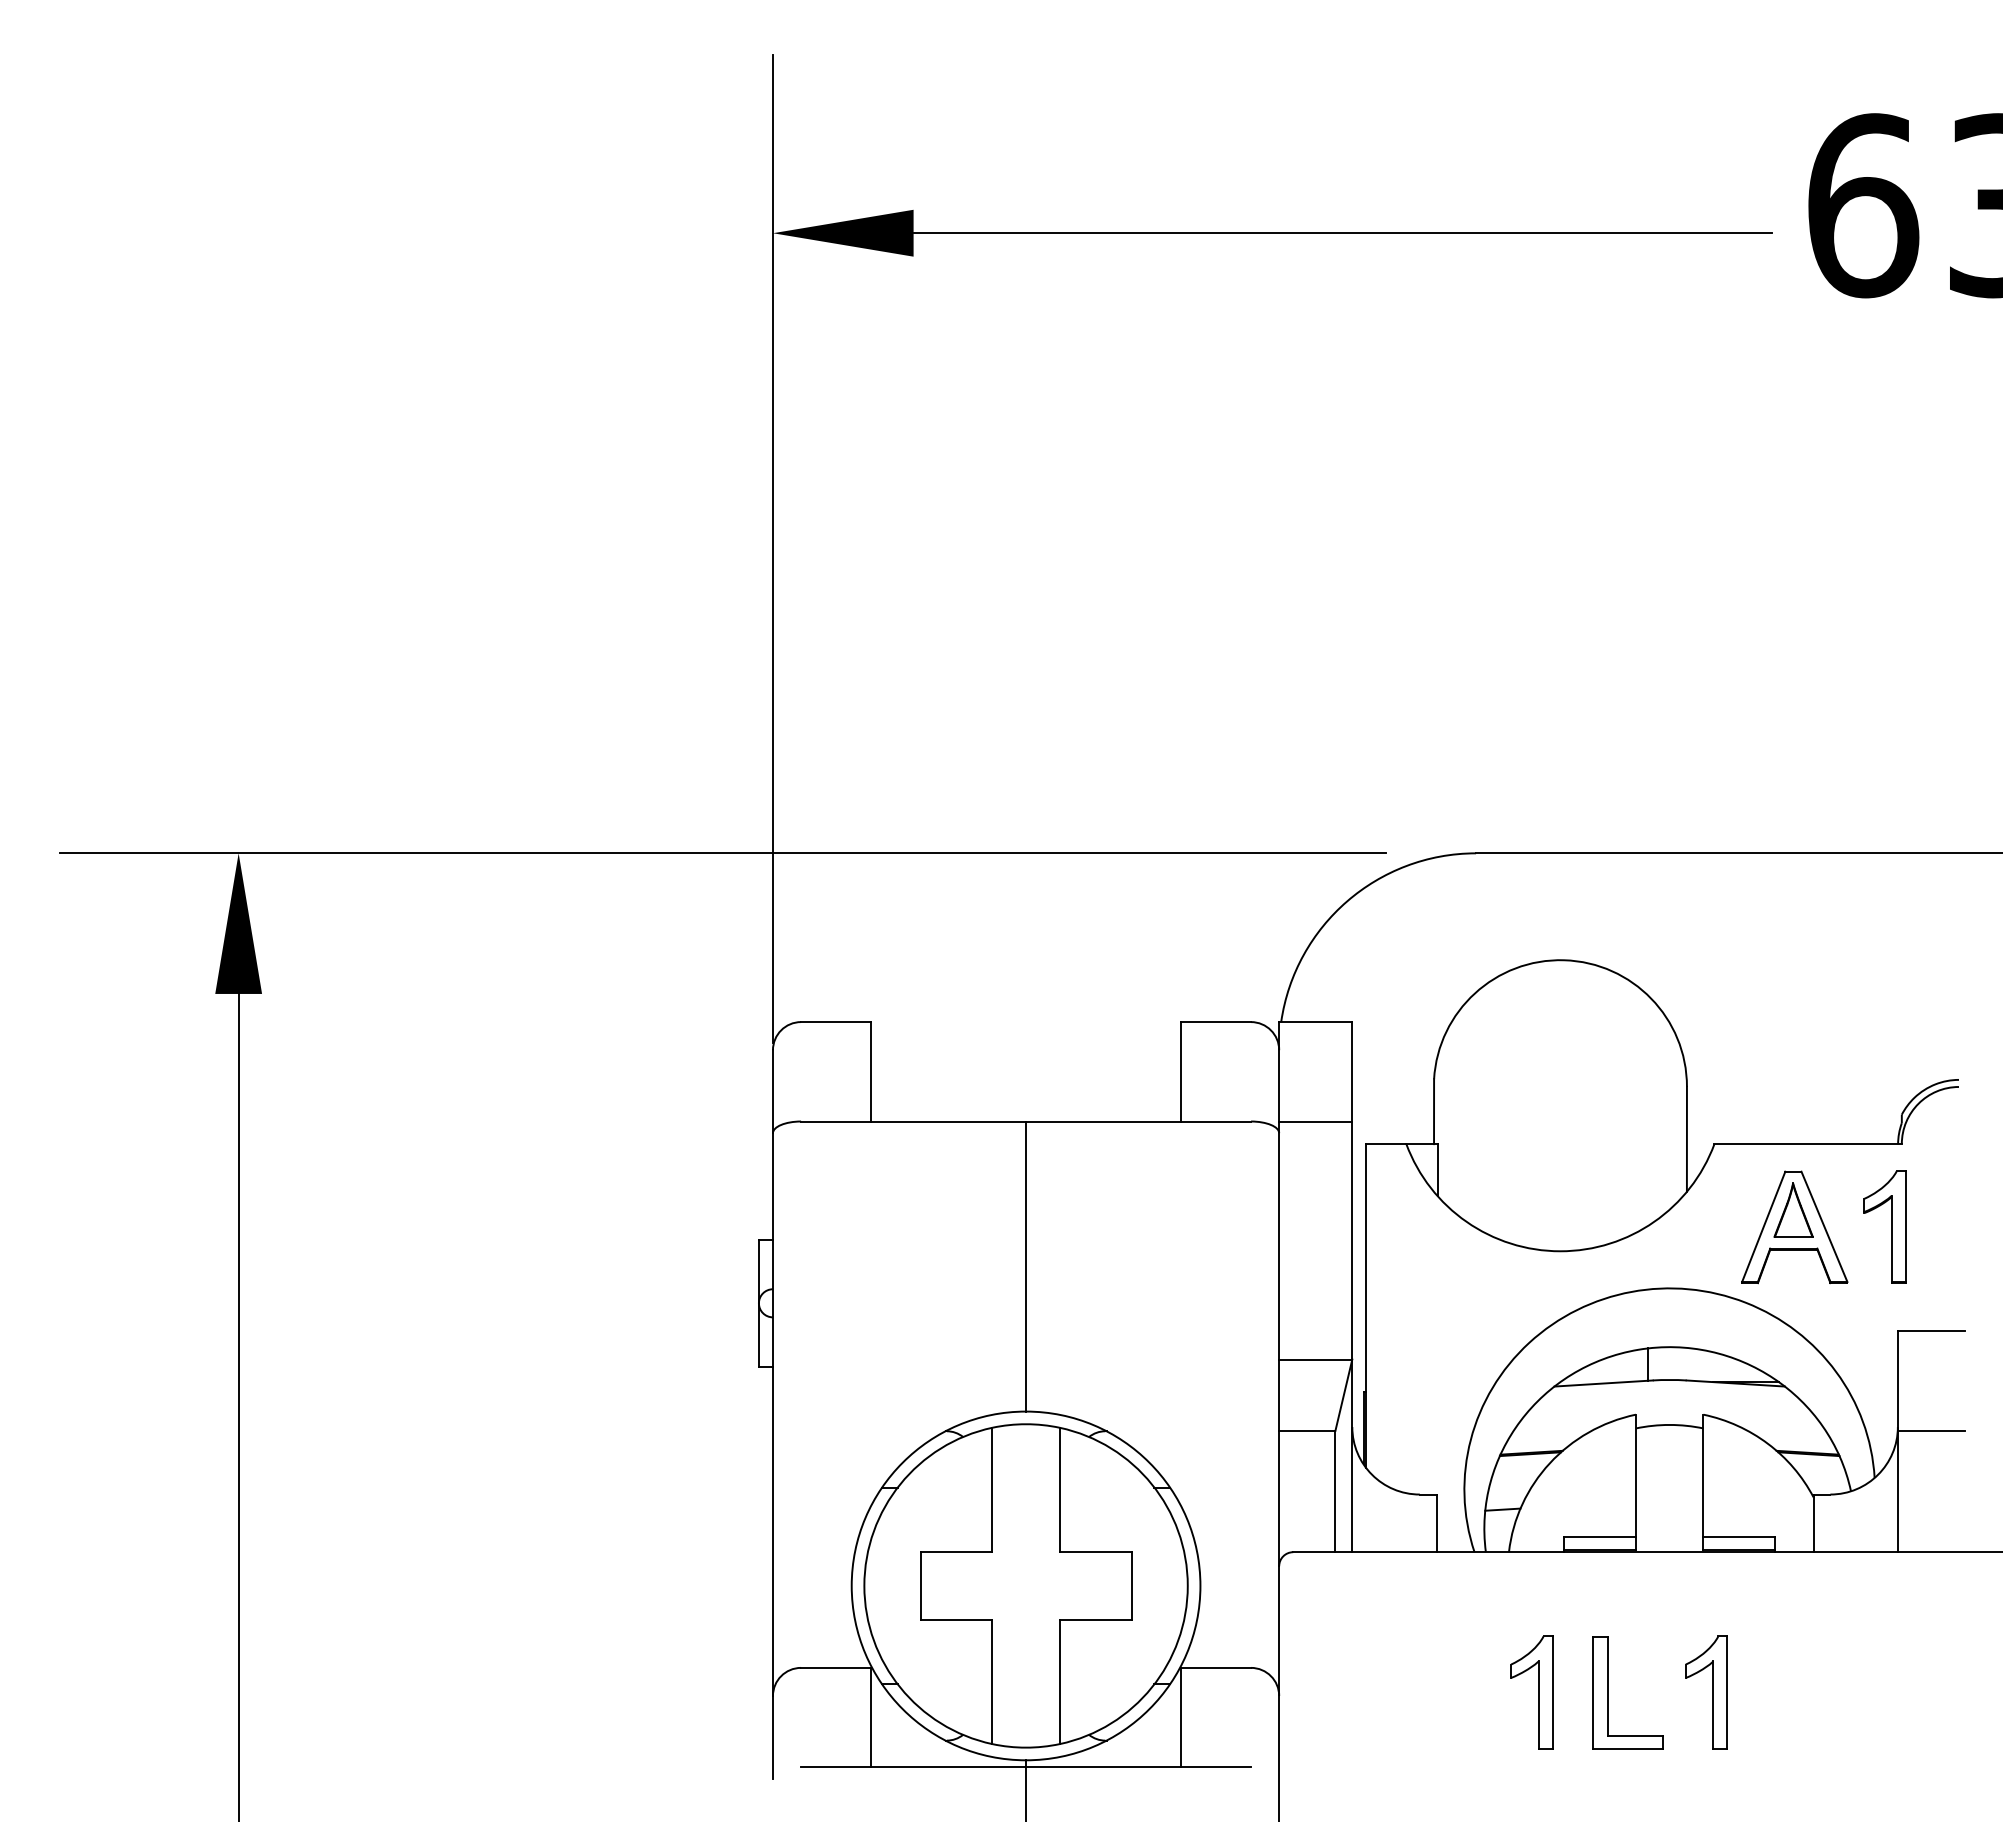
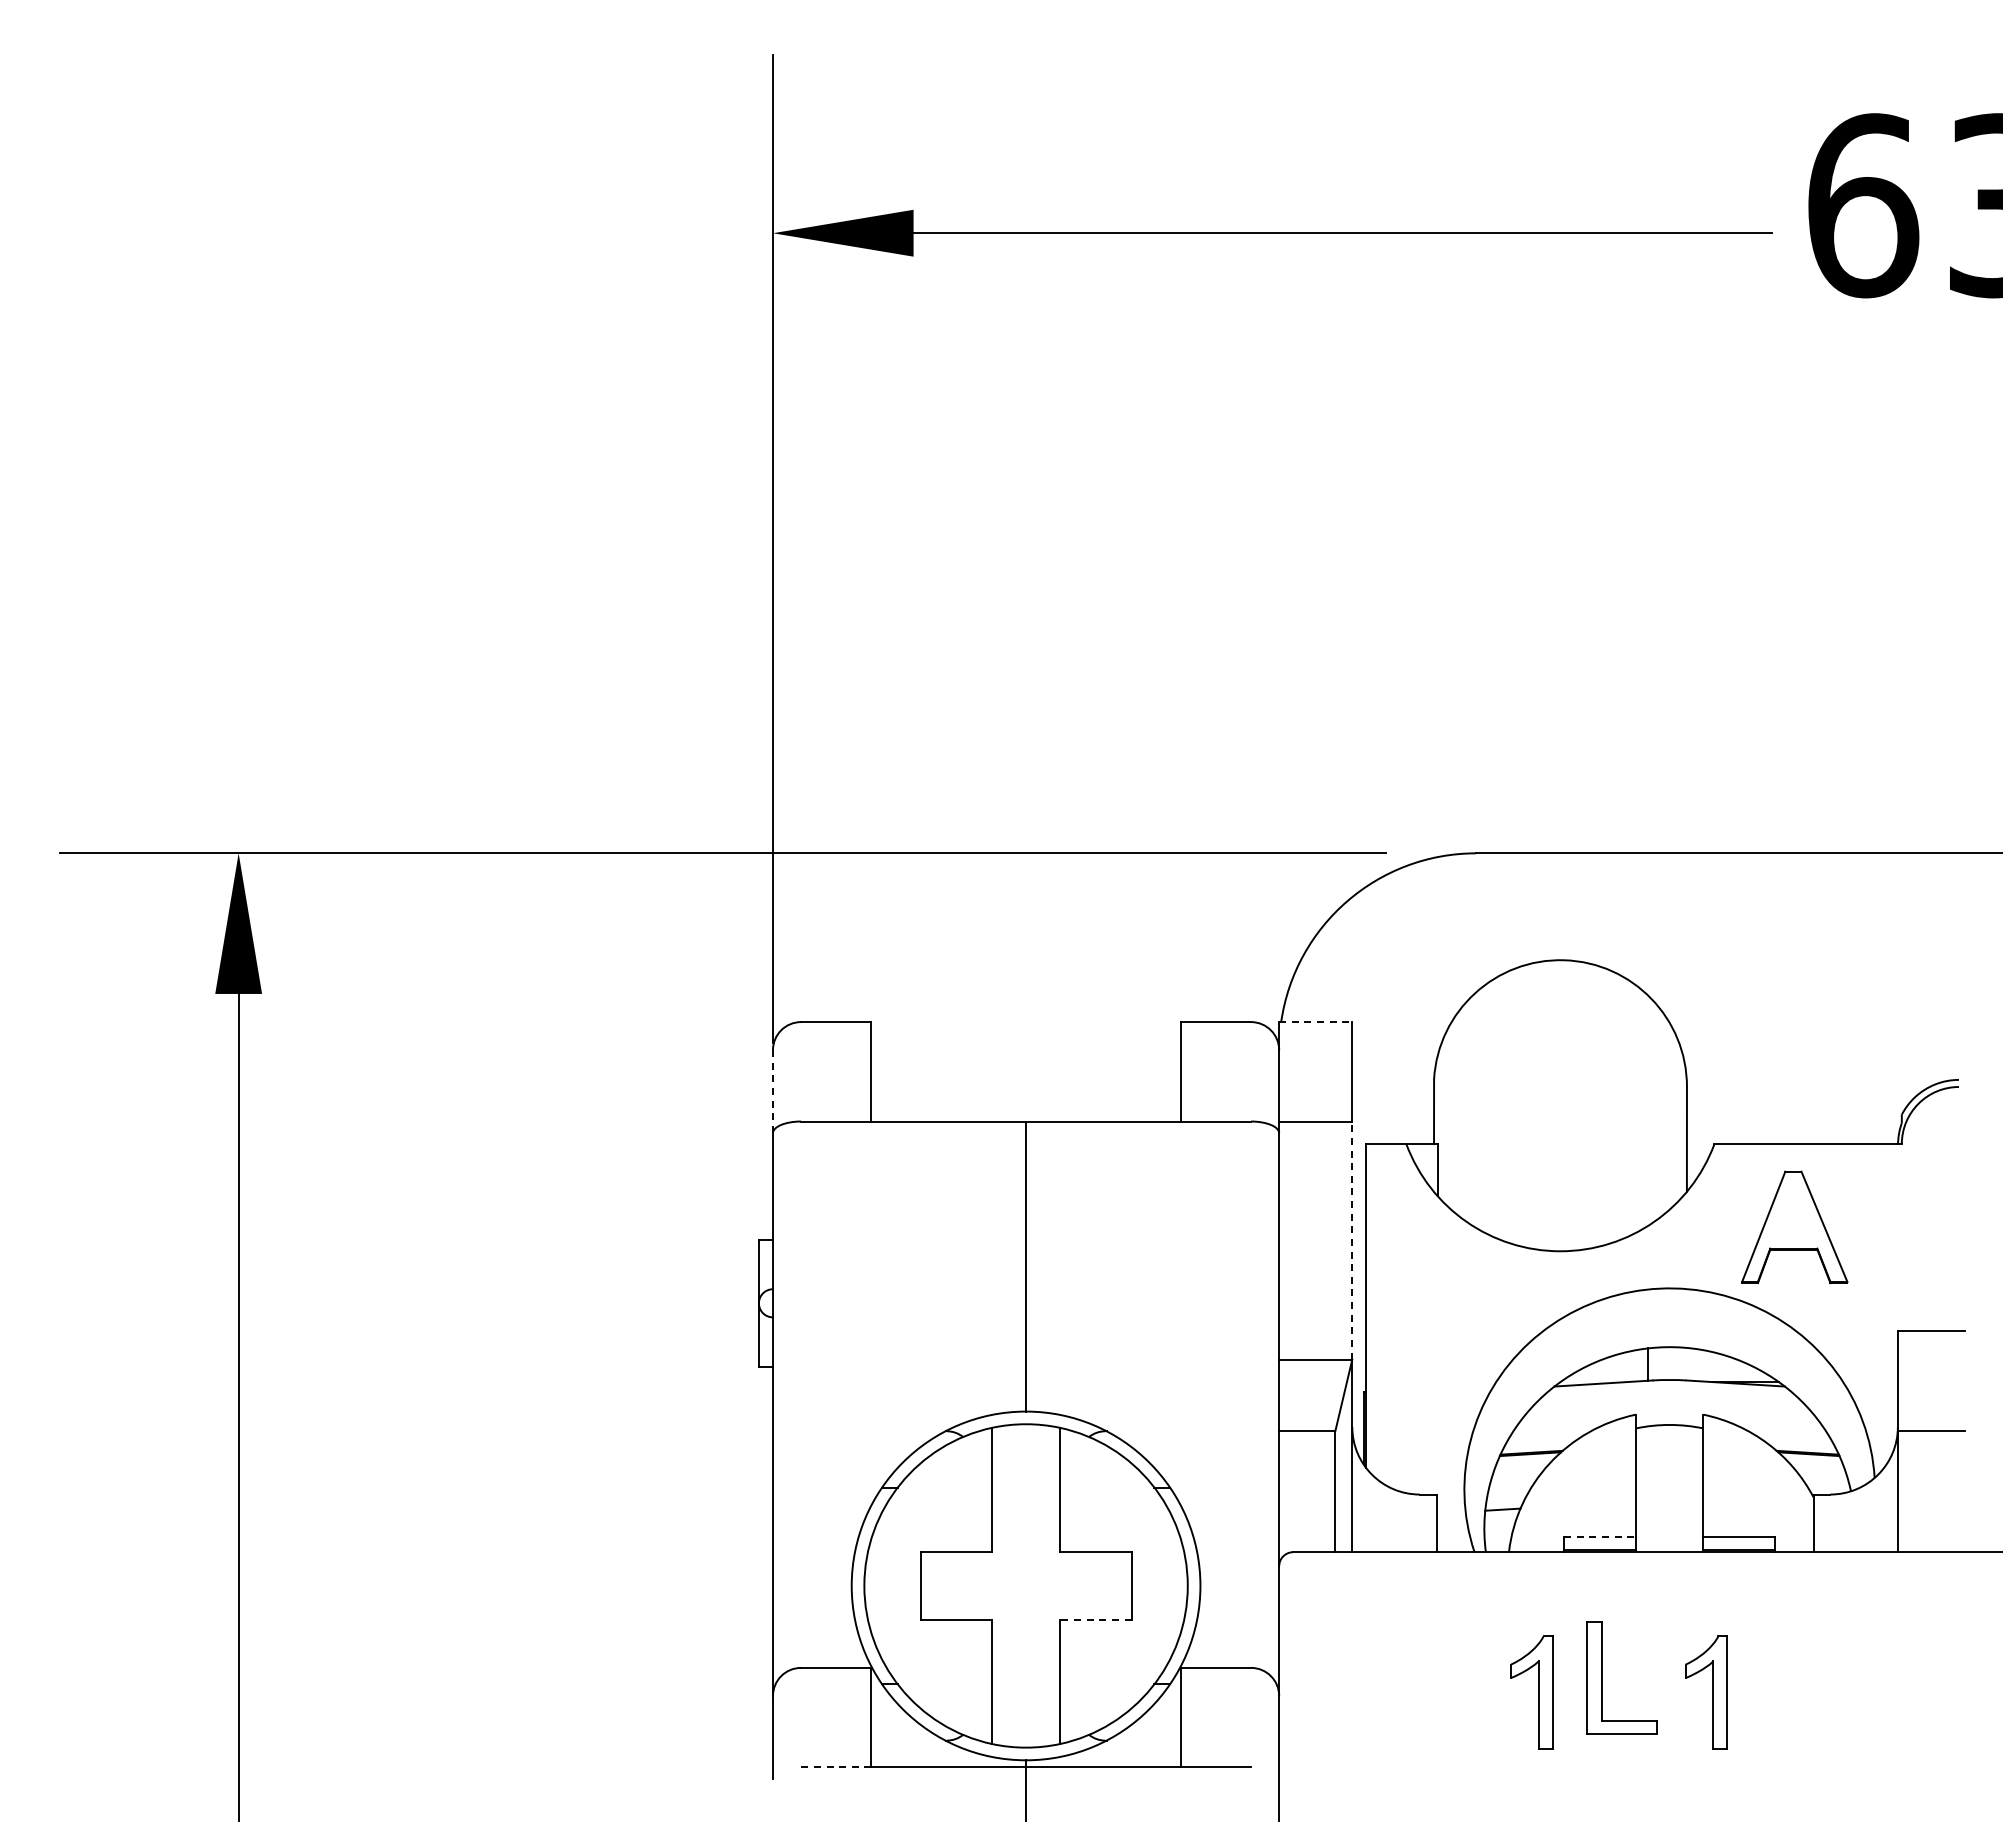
line at (1315, 1022): solid -> dashed
line at (772, 1092): solid -> dashed
part at (1793, 1209): present -> none
part at (1891, 1226): present -> none
line at (1352, 1240): solid -> dashed
line at (1600, 1536): solid -> dashed
line at (1095, 1619): solid -> dashed
part at (1608, 1692) position: (1608, 1692) -> (1602, 1677)
line at (835, 1767): solid -> dashed
